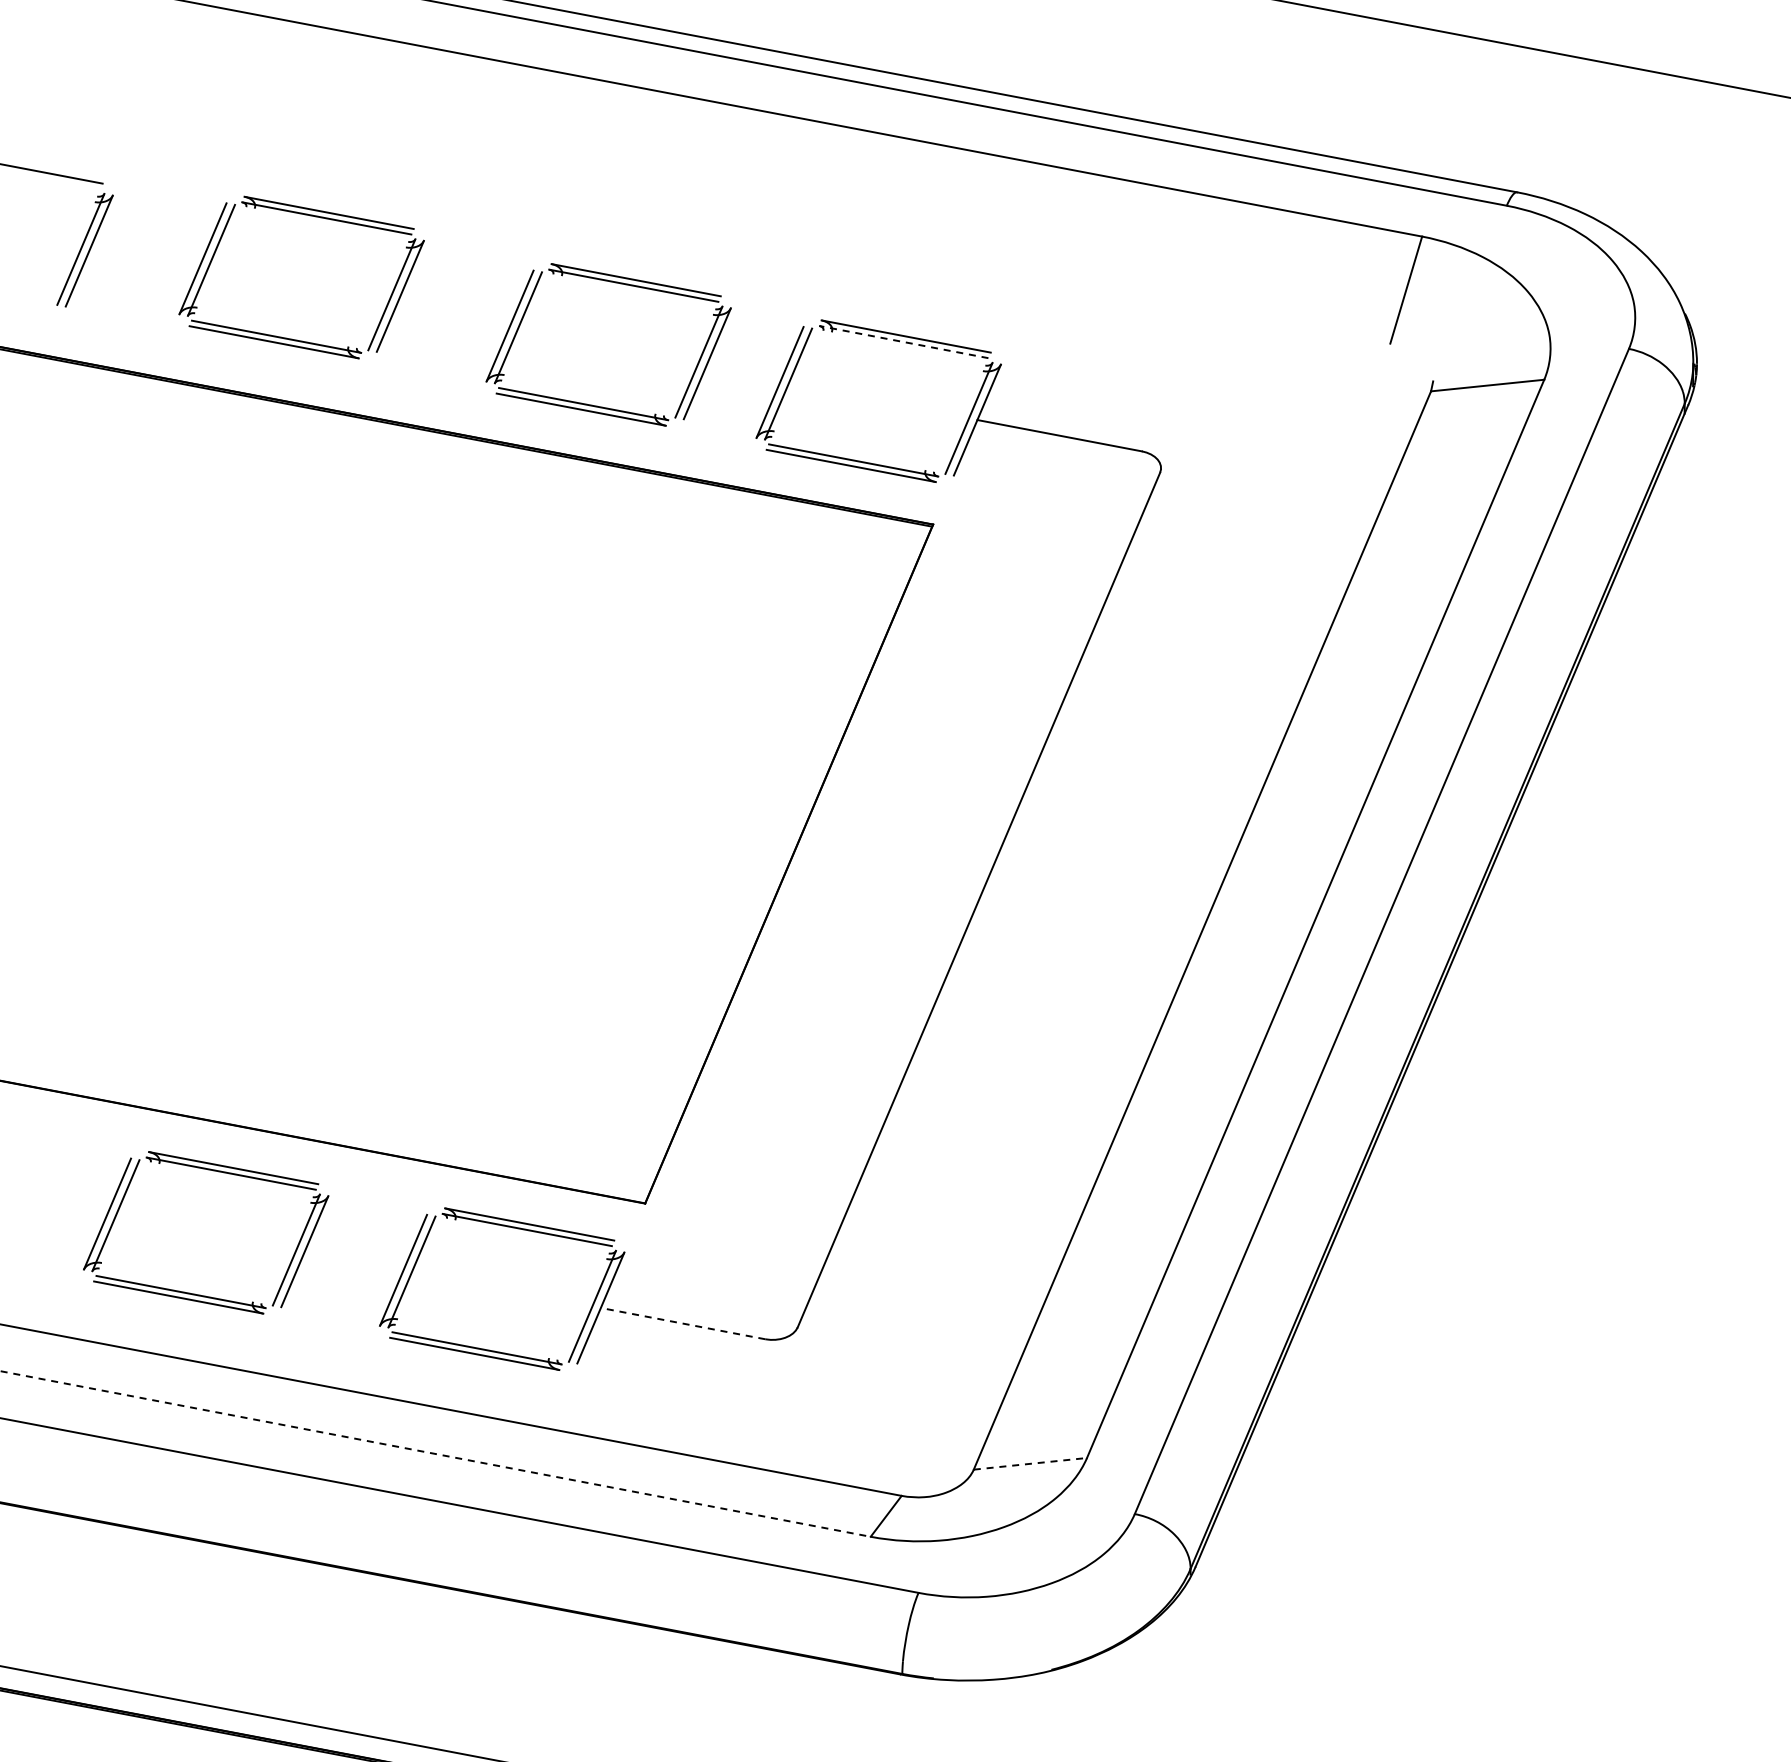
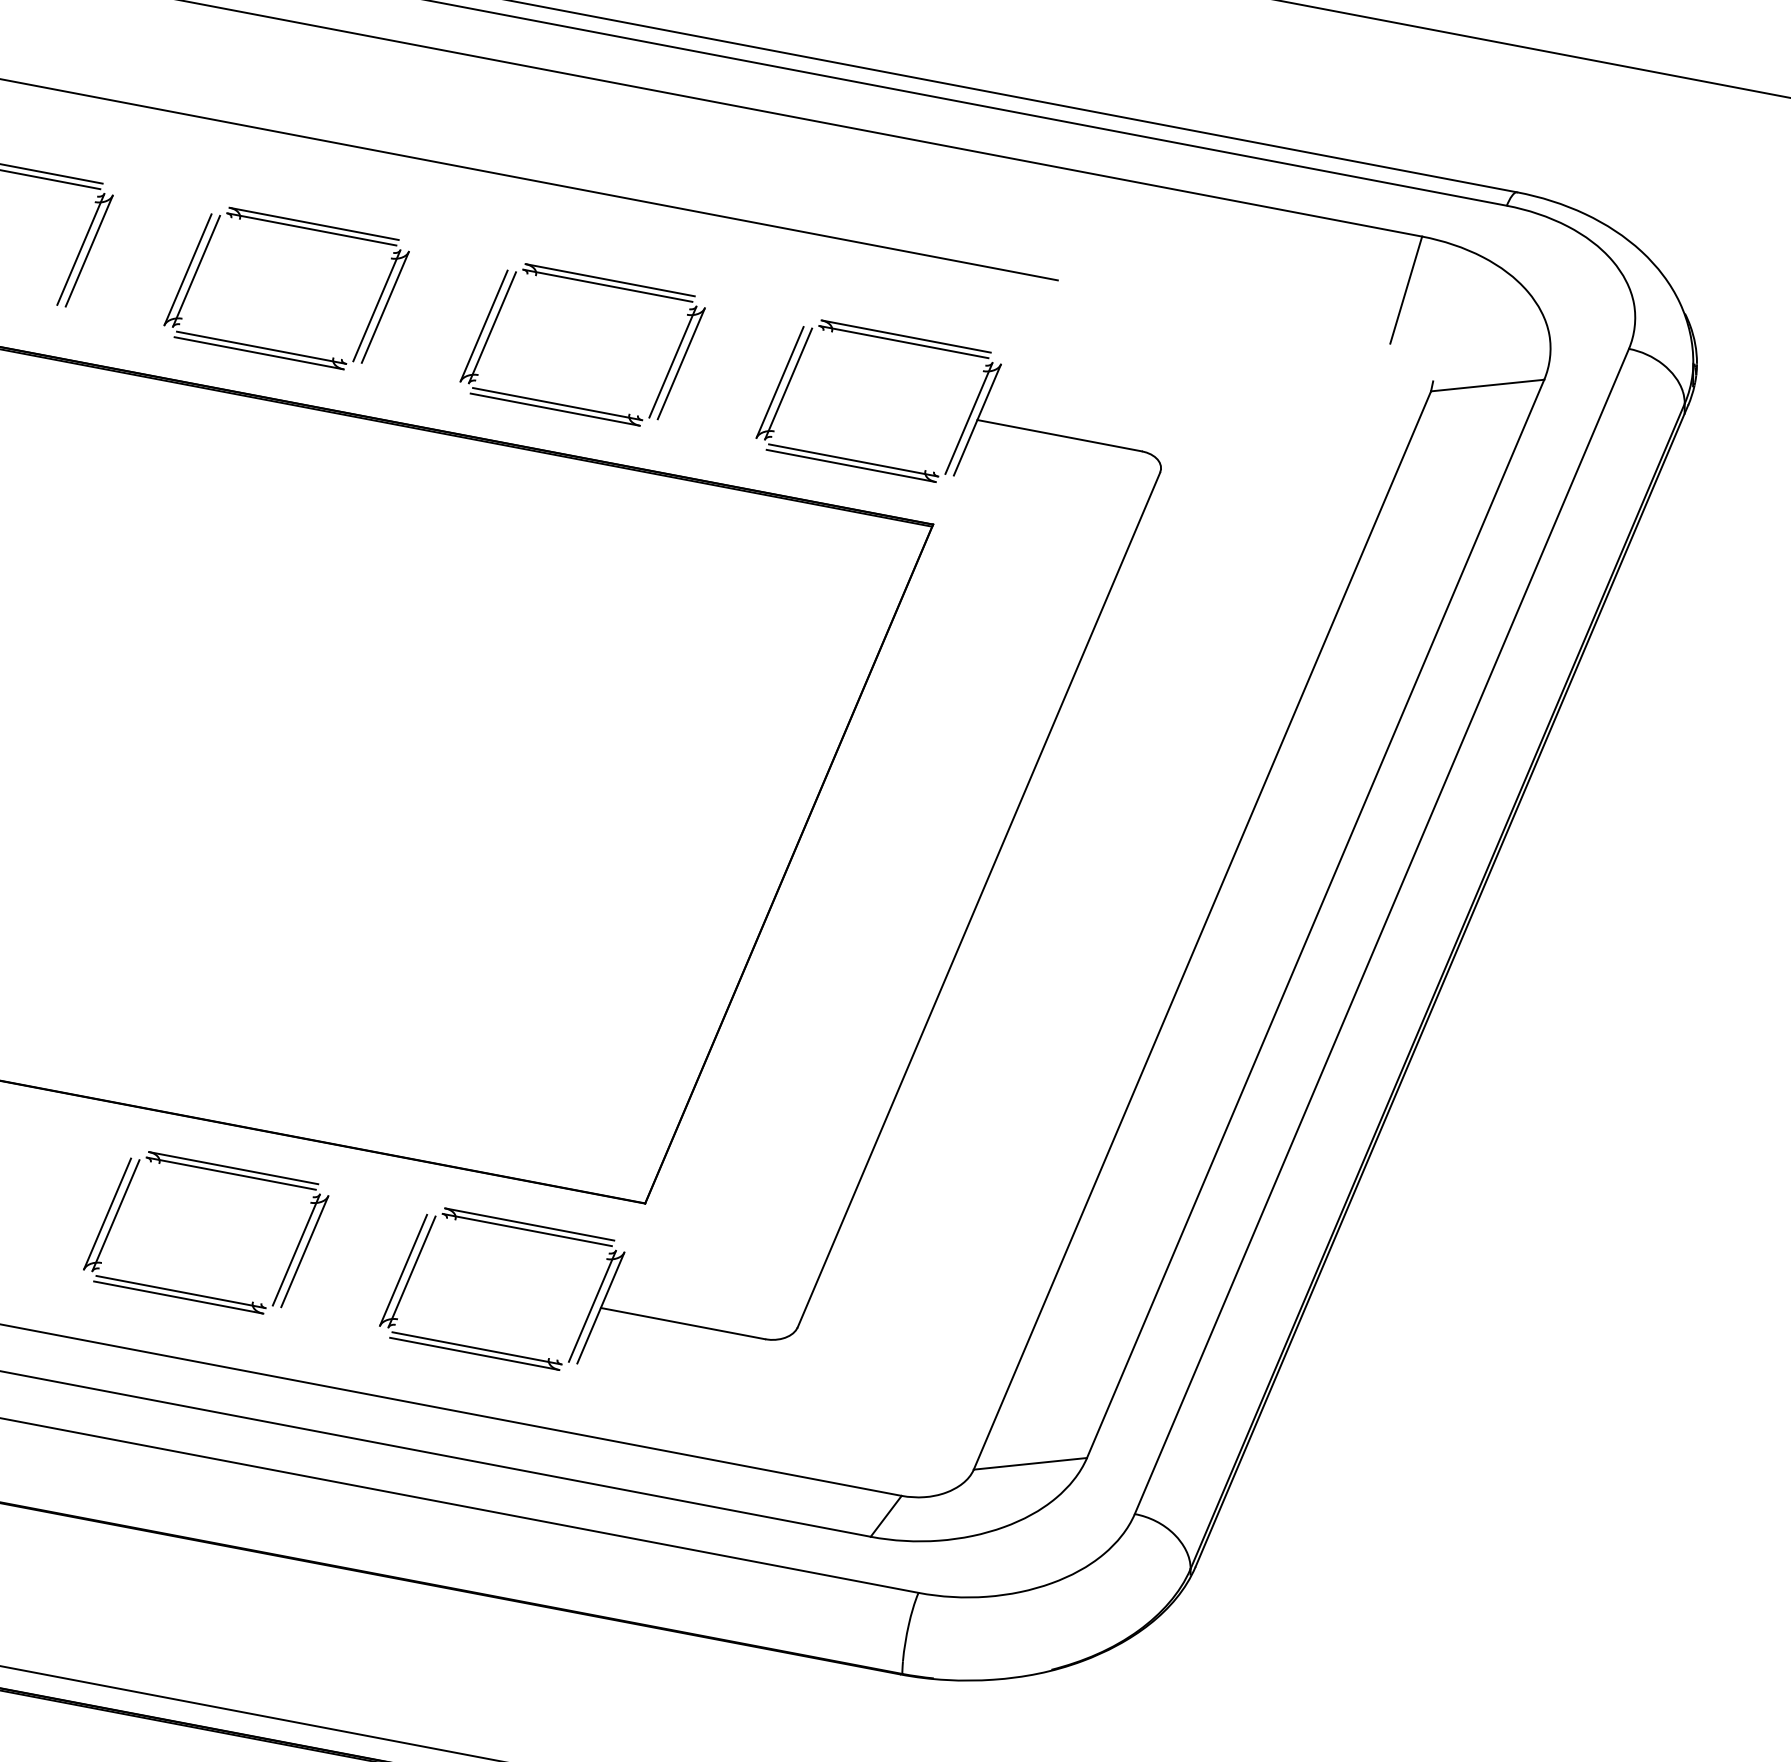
line at (51, 179): none -> present
line at (529, 179): none -> present
part at (315, 217) position: (315, 217) -> (300, 228)
part at (620, 284) position: (620, 284) -> (594, 284)
line at (903, 341): dashed -> solid
line at (683, 1323): dashed -> solid
line at (435, 1454): dashed -> solid
line at (1030, 1463): dashed -> solid
